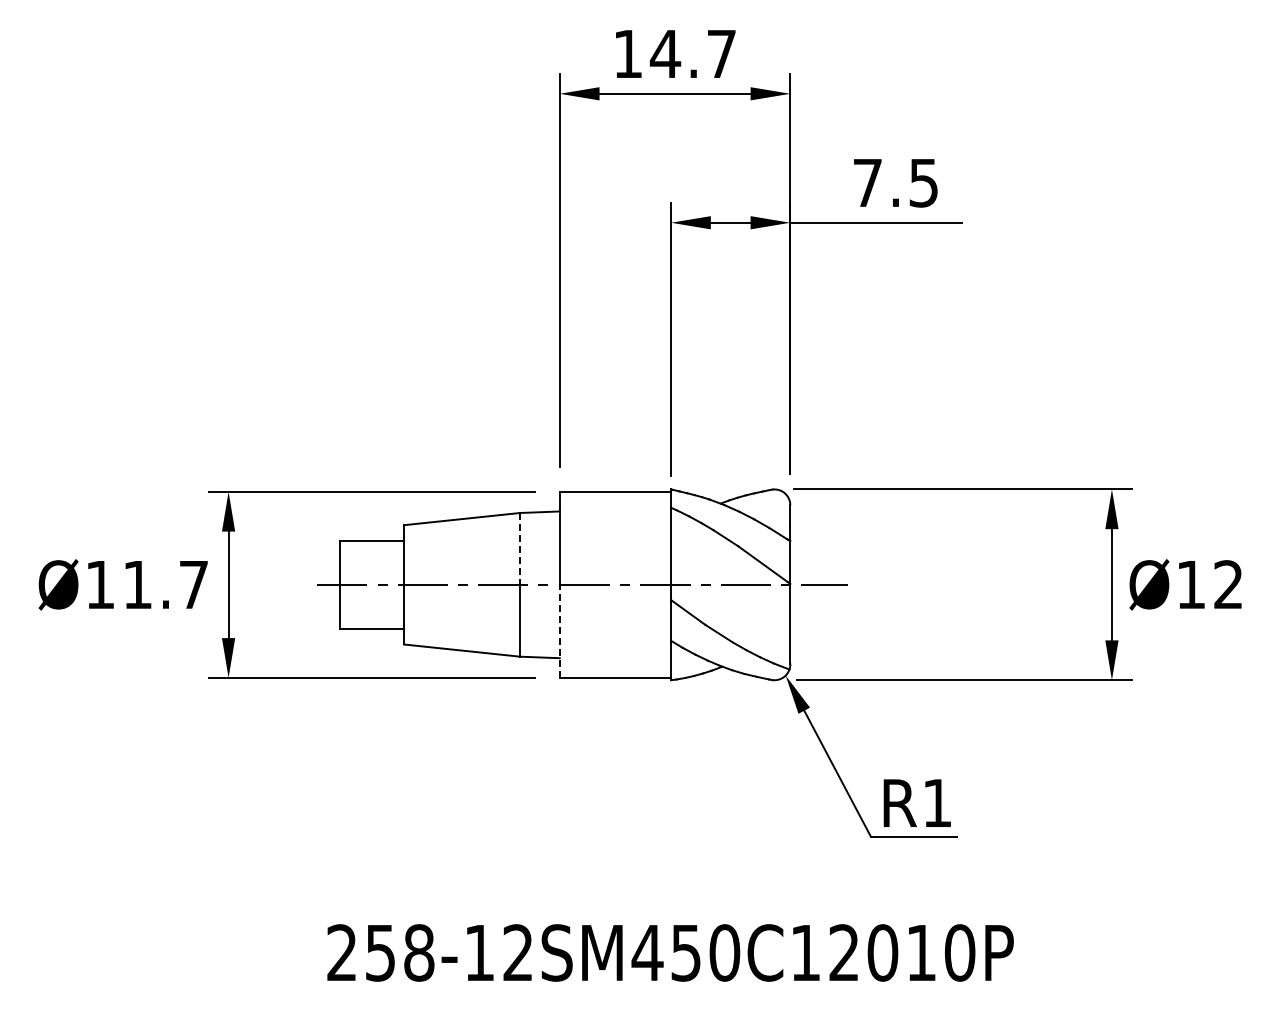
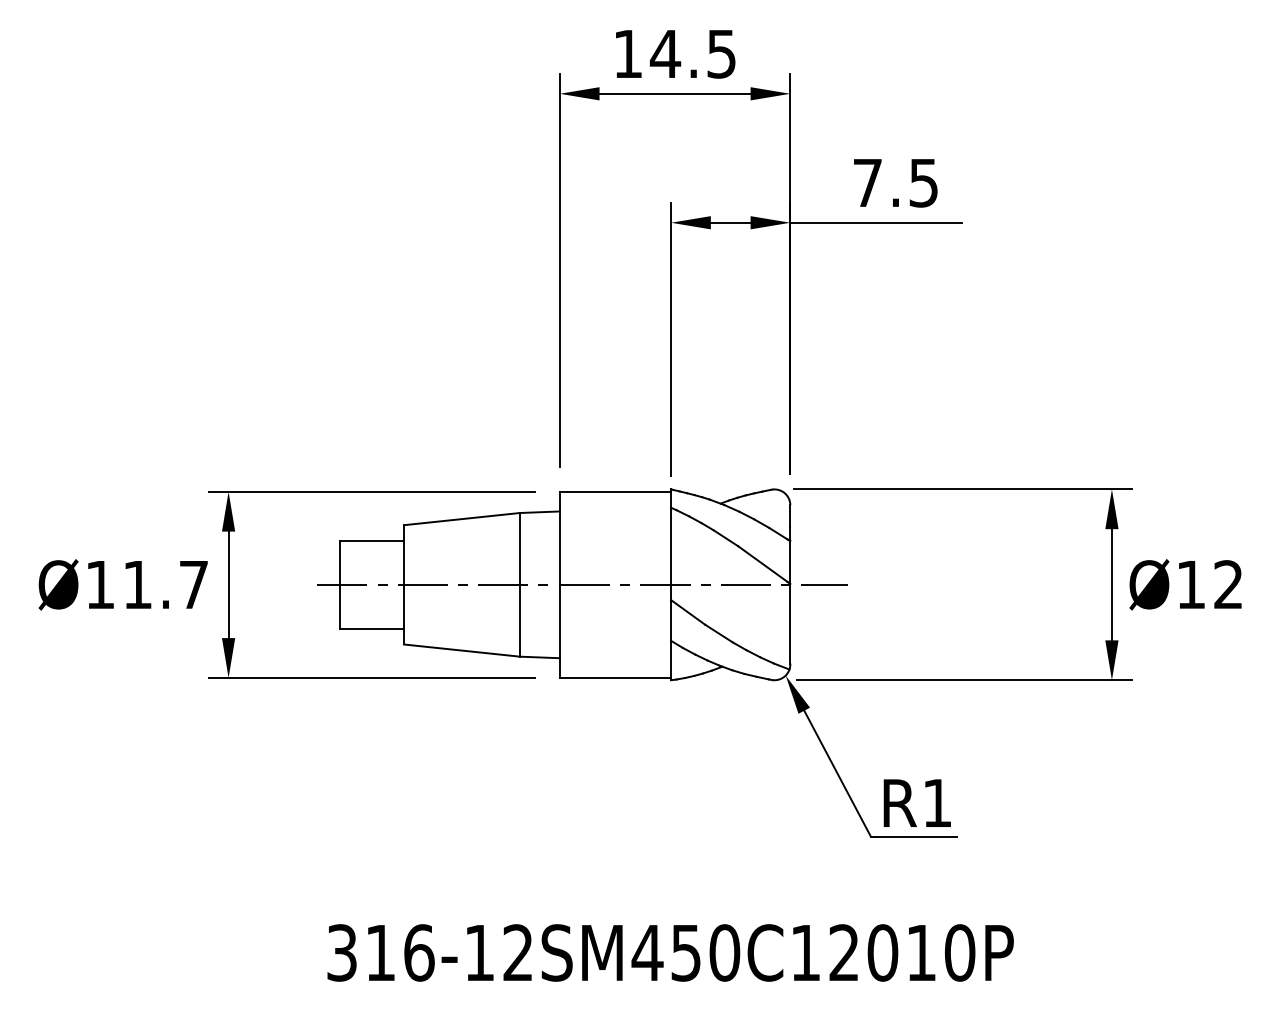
text at (721, 54): 14.7 -> 14.5
line at (520, 548): dashed -> solid
line at (559, 631): dashed -> solid
text at (380, 952): 258-12SM450C12010P -> 316-12SM450C12010P
